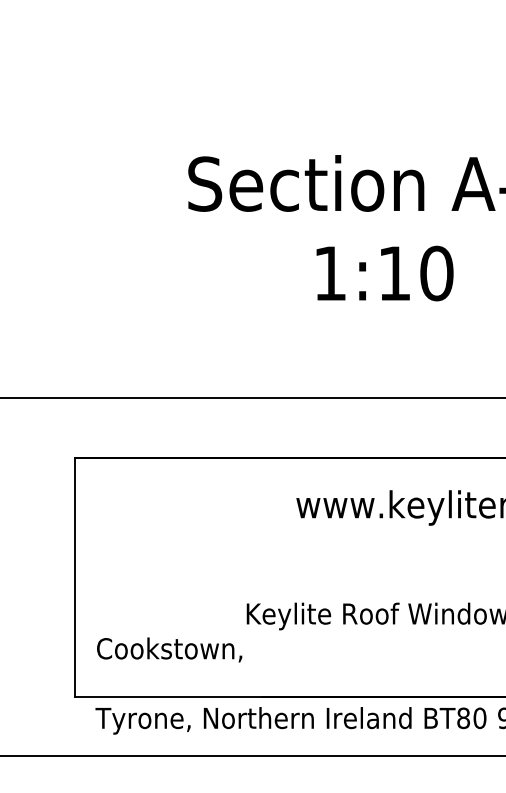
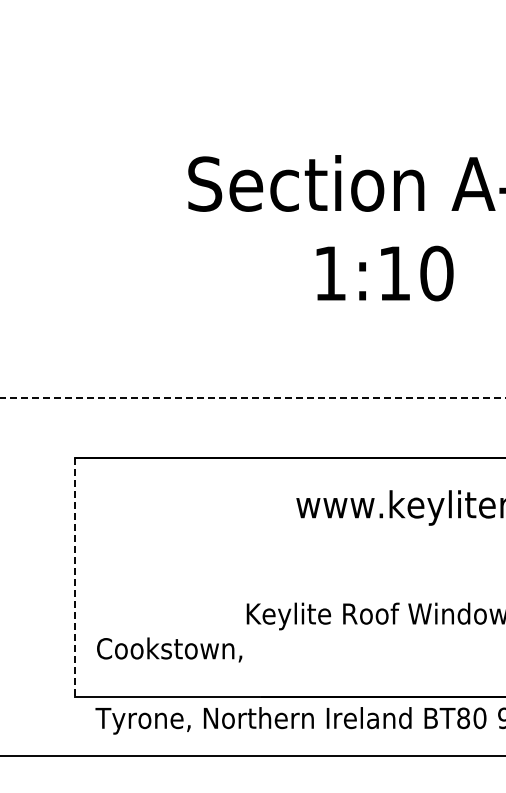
line at (253, 398): solid -> dashed
line at (74, 577): solid -> dashed
